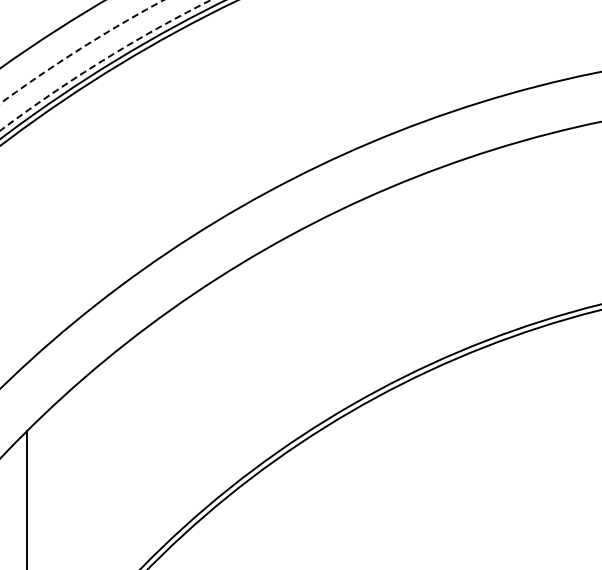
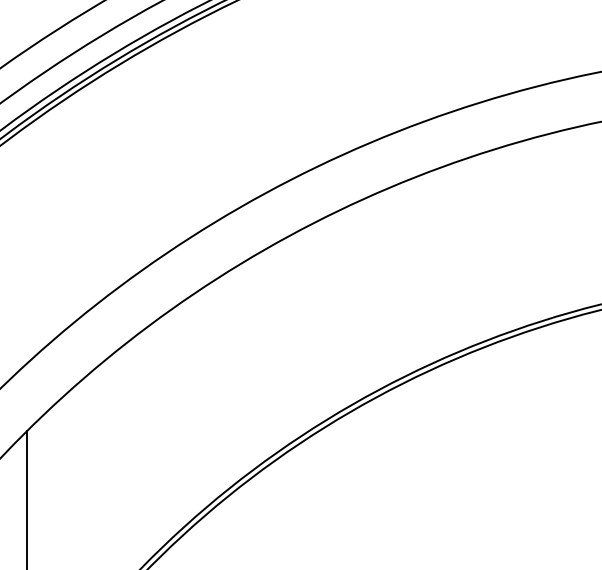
circle at (81, 51): dashed -> solid
circle at (105, 65): dashed -> solid
